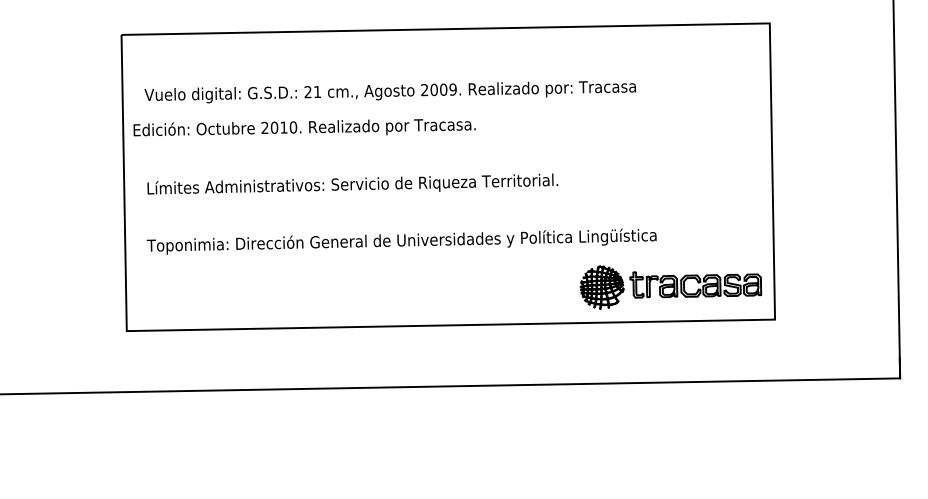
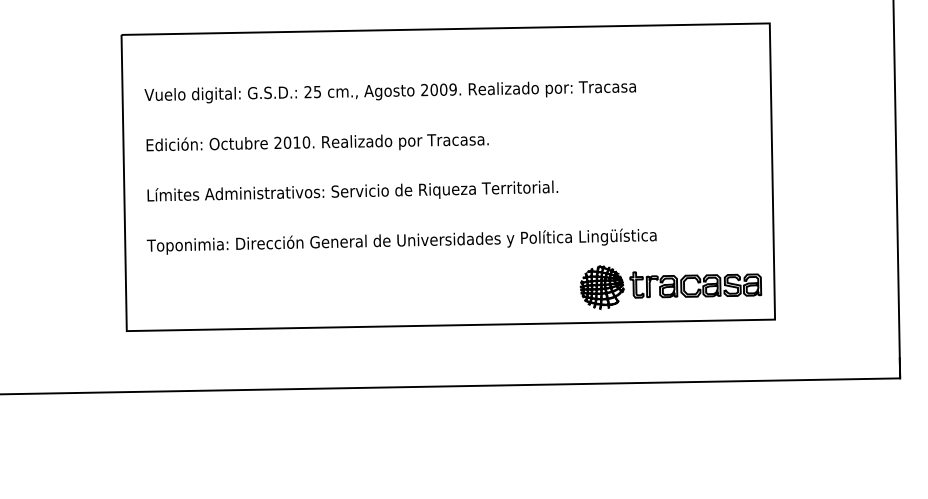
text at (317, 92): 21 -> 25
text at (304, 127) position: (304, 127) -> (317, 142)
text at (352, 183) position: (352, 183) -> (352, 190)
